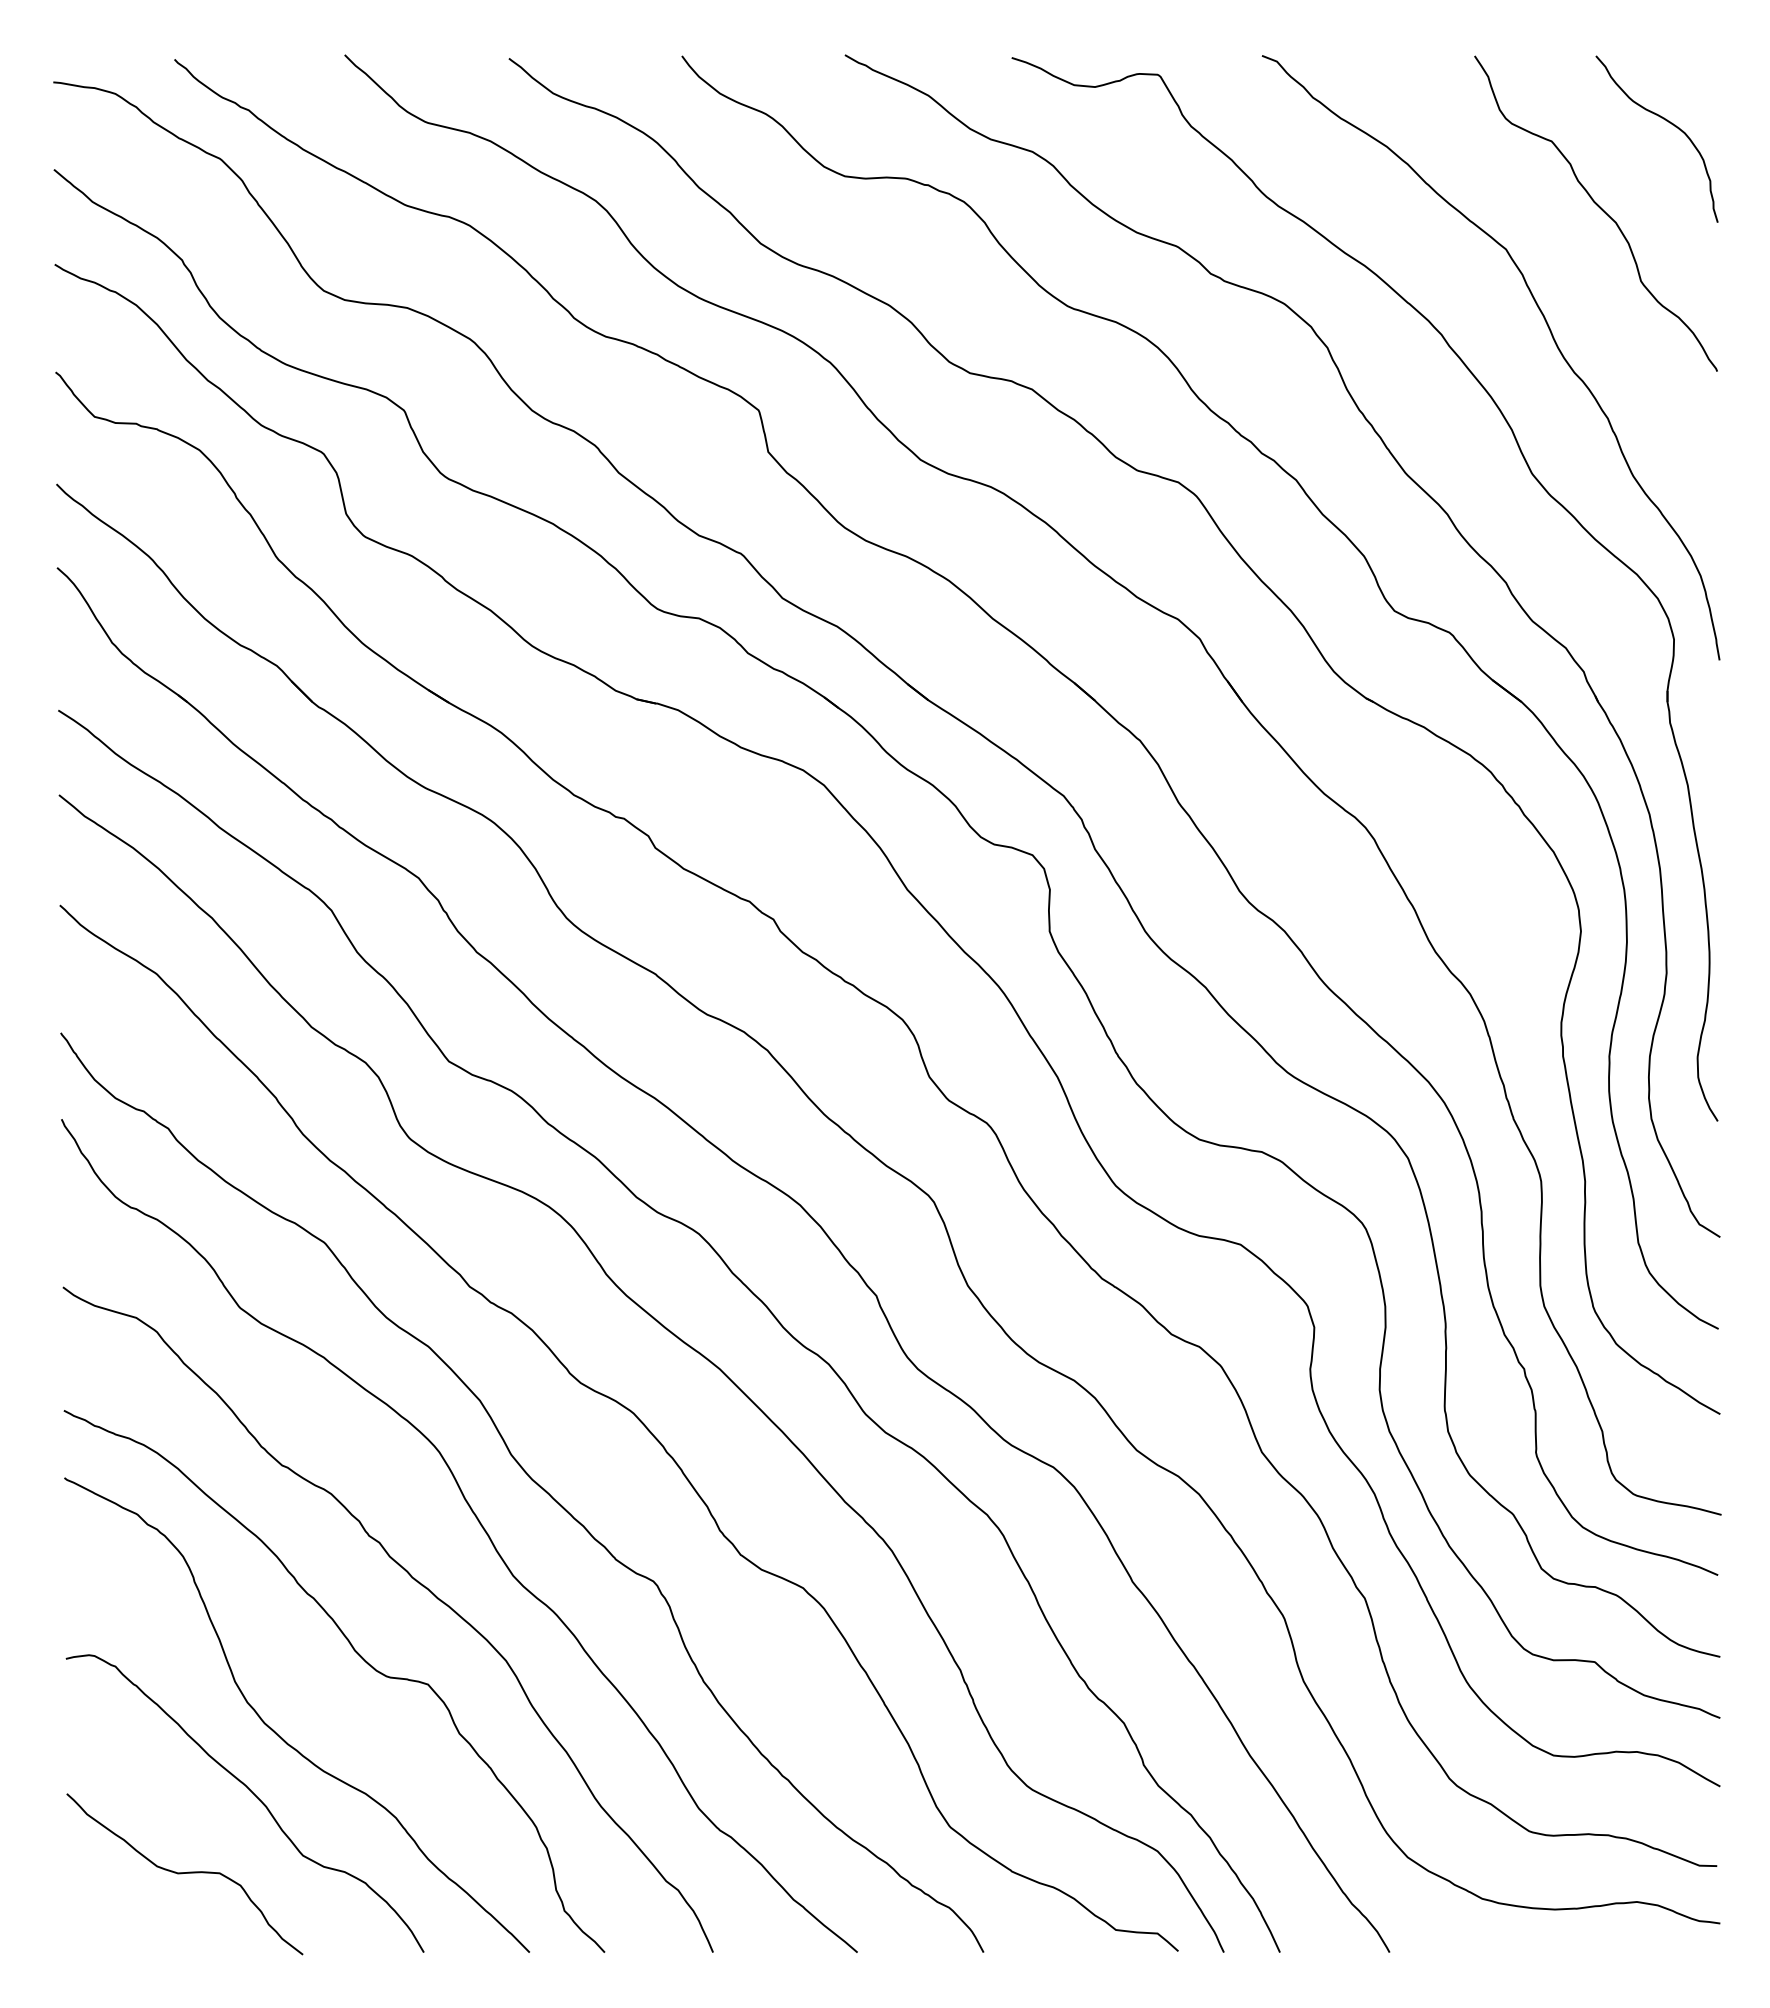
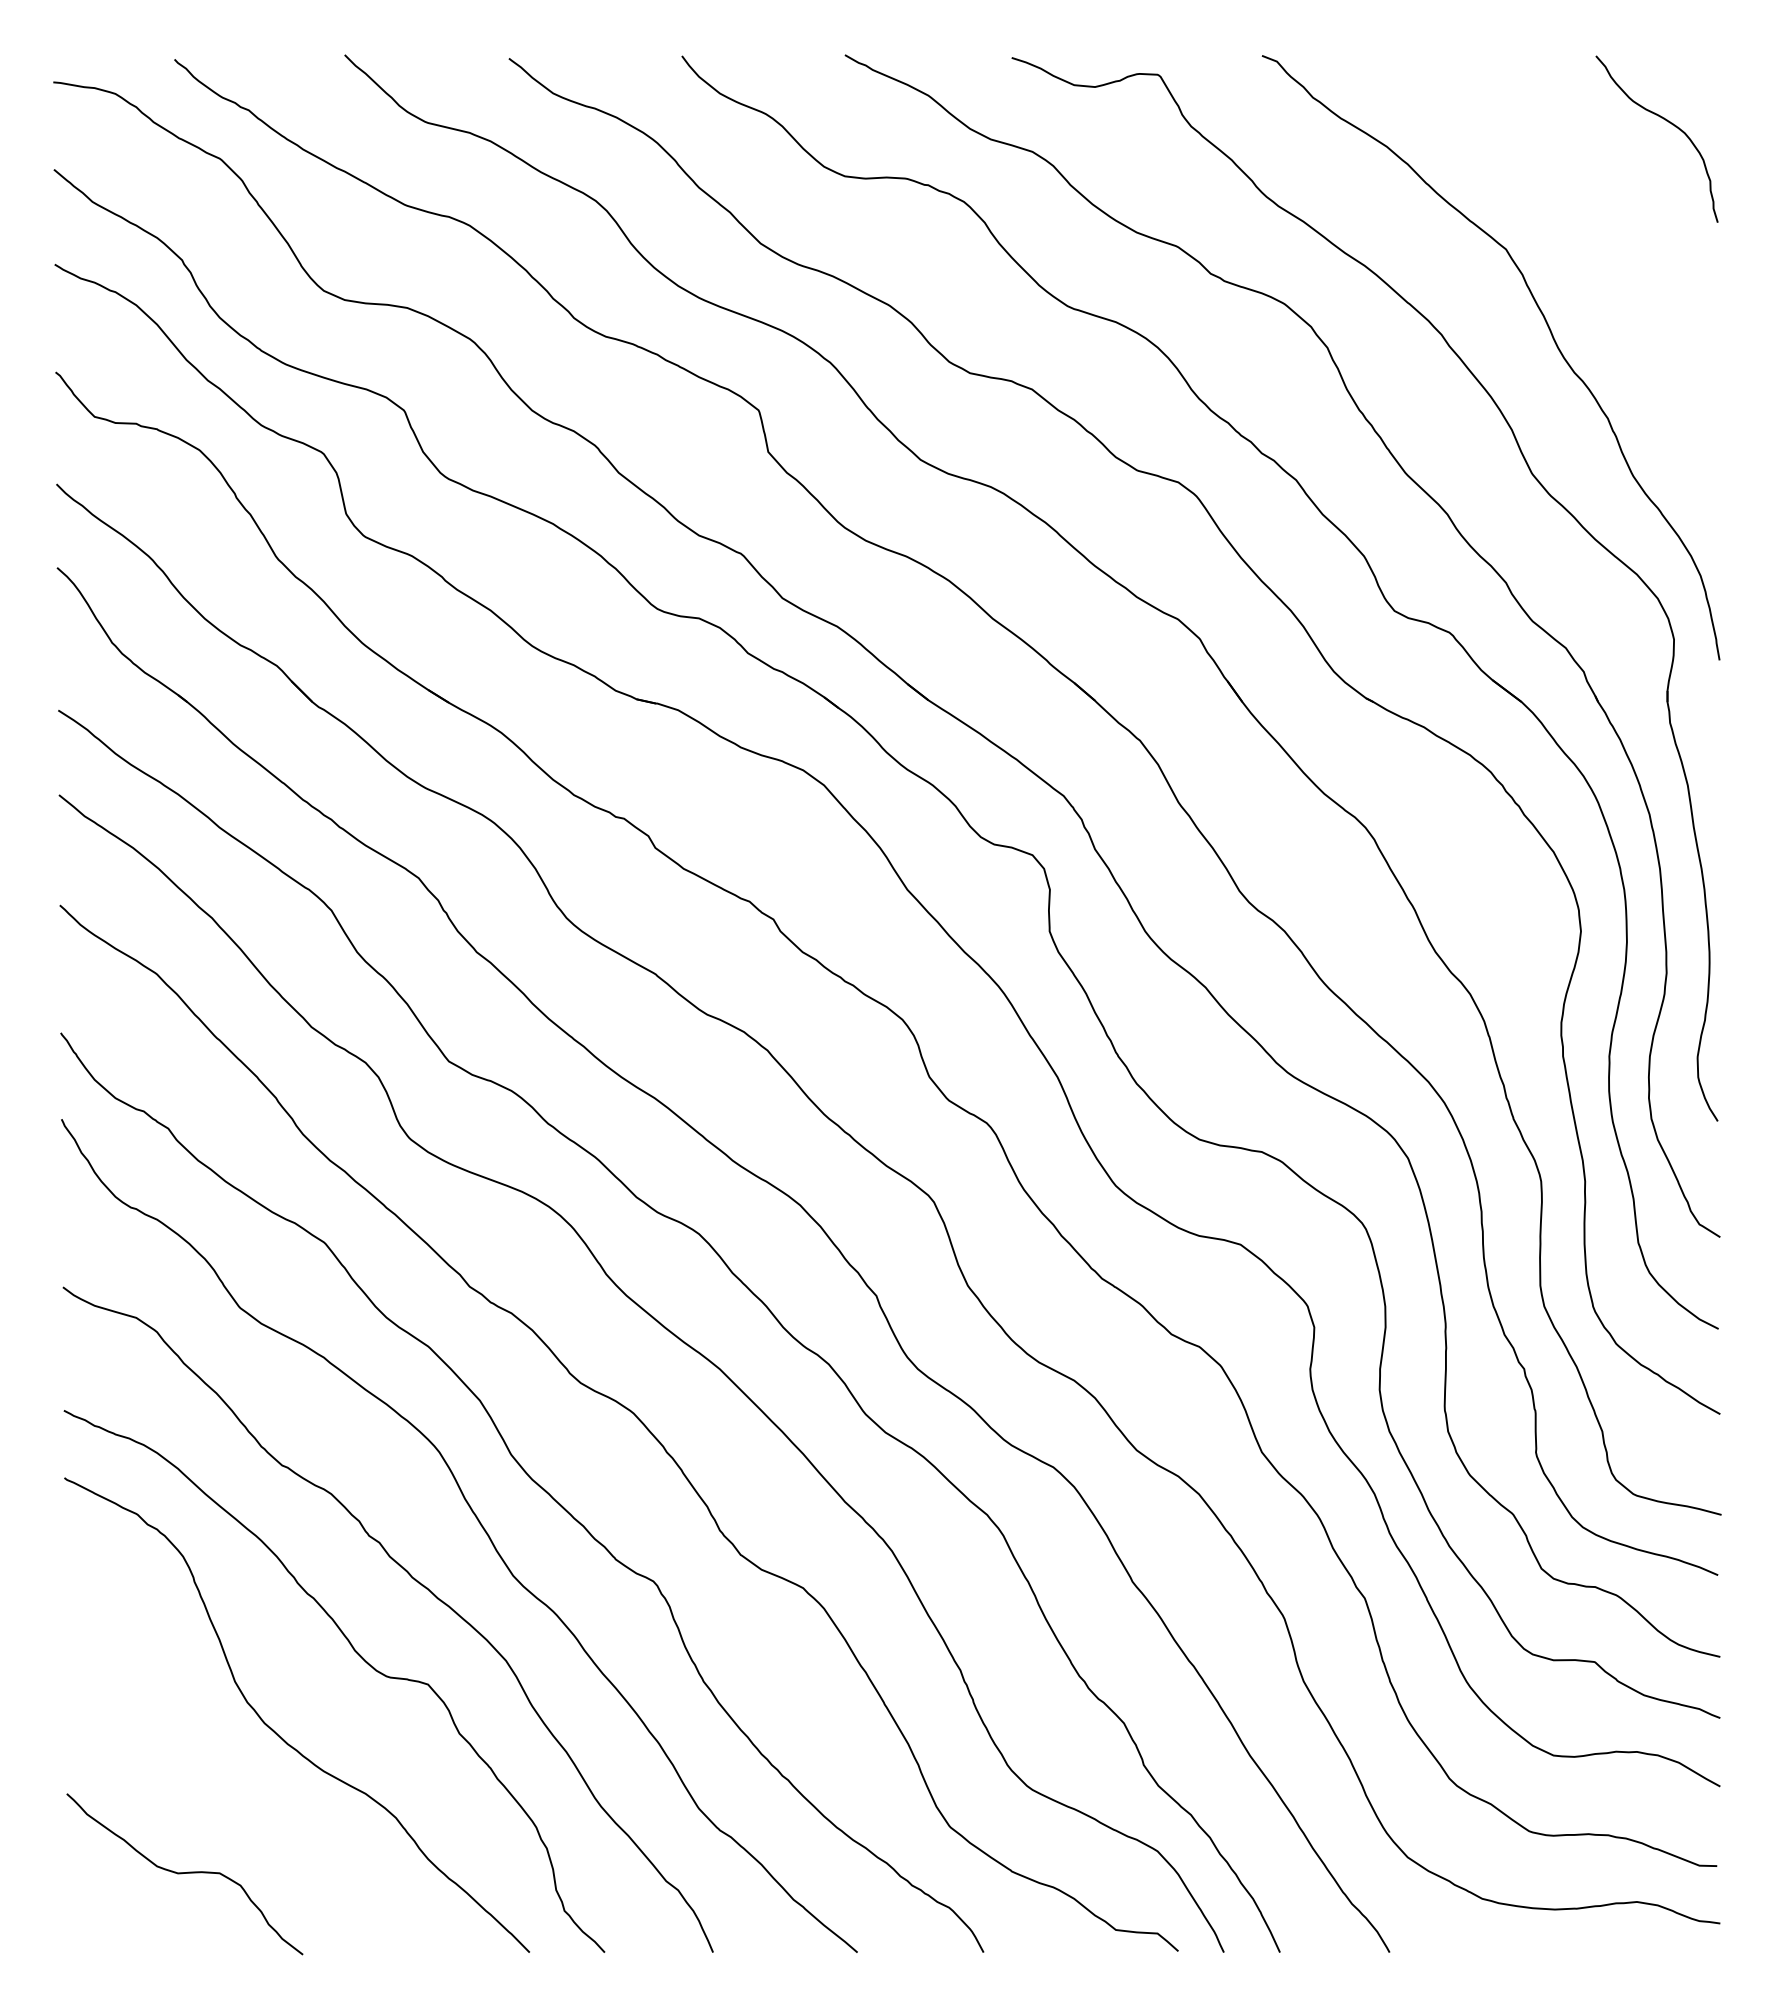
curve at (1599, 208): present -> none
curve at (253, 1794): present -> none
